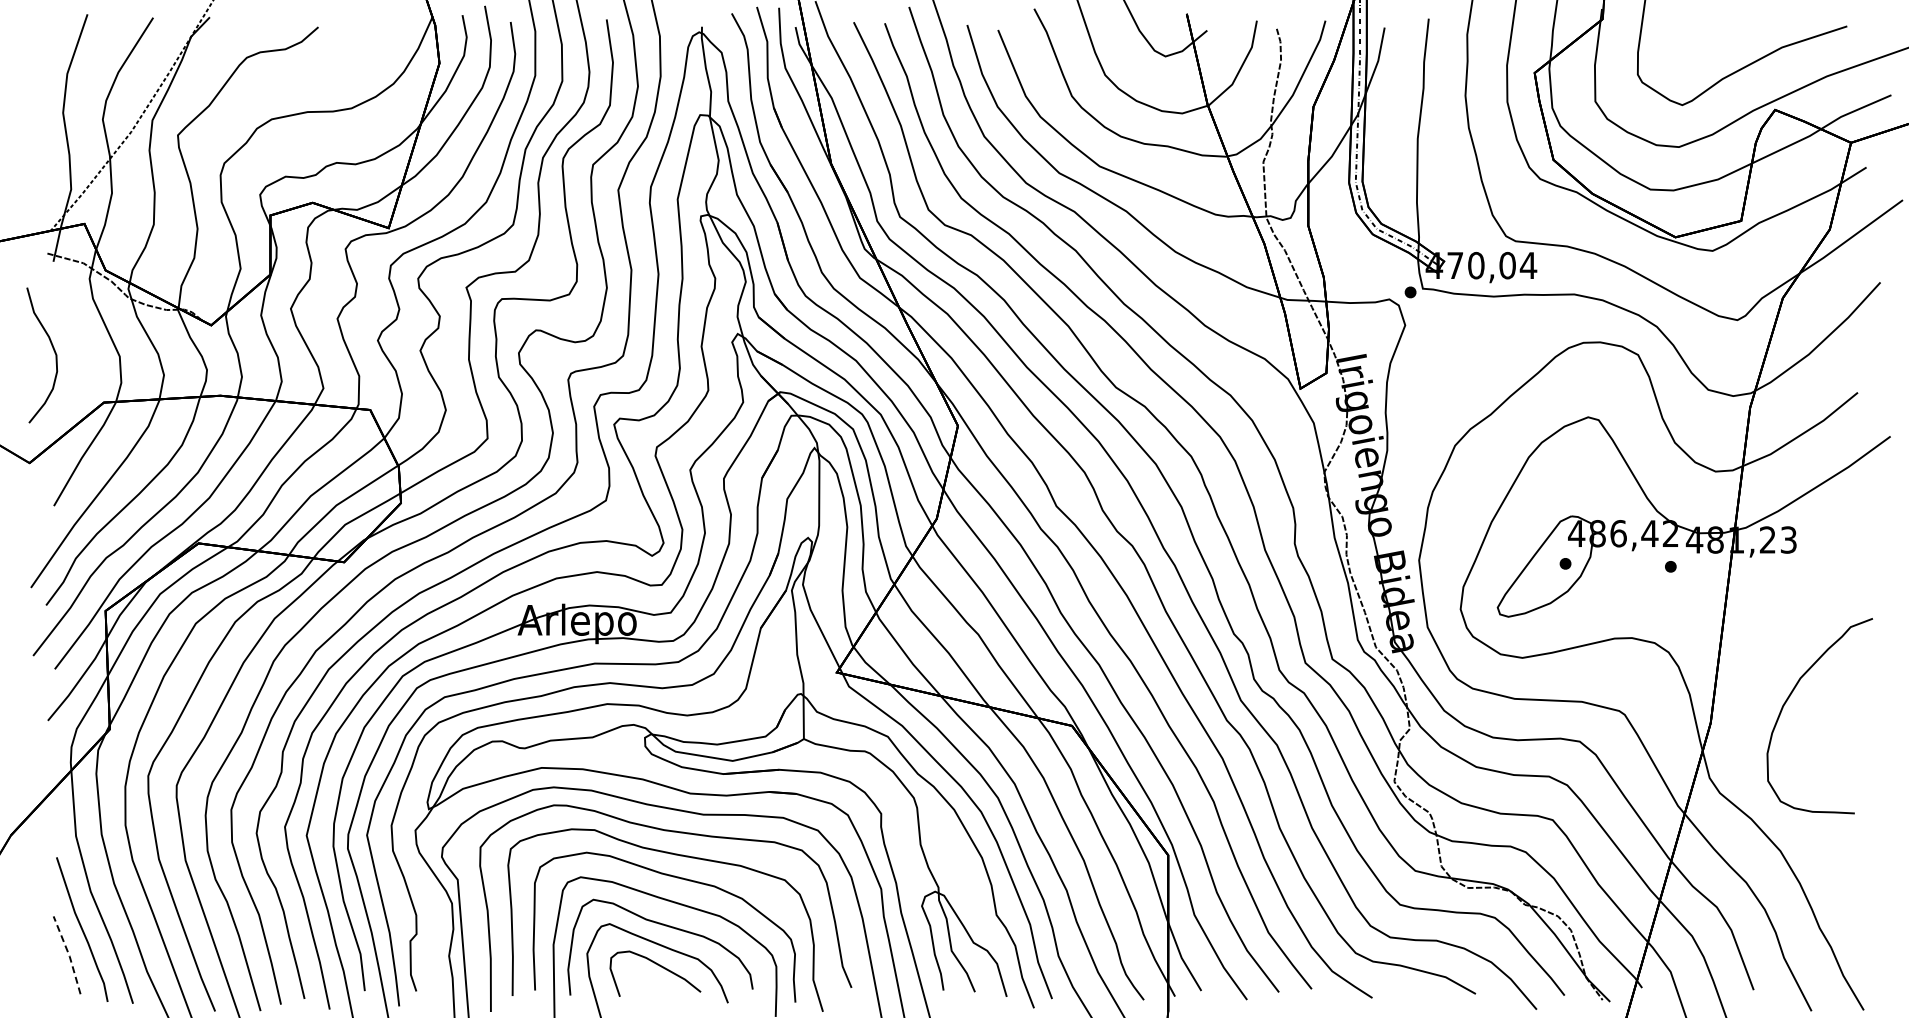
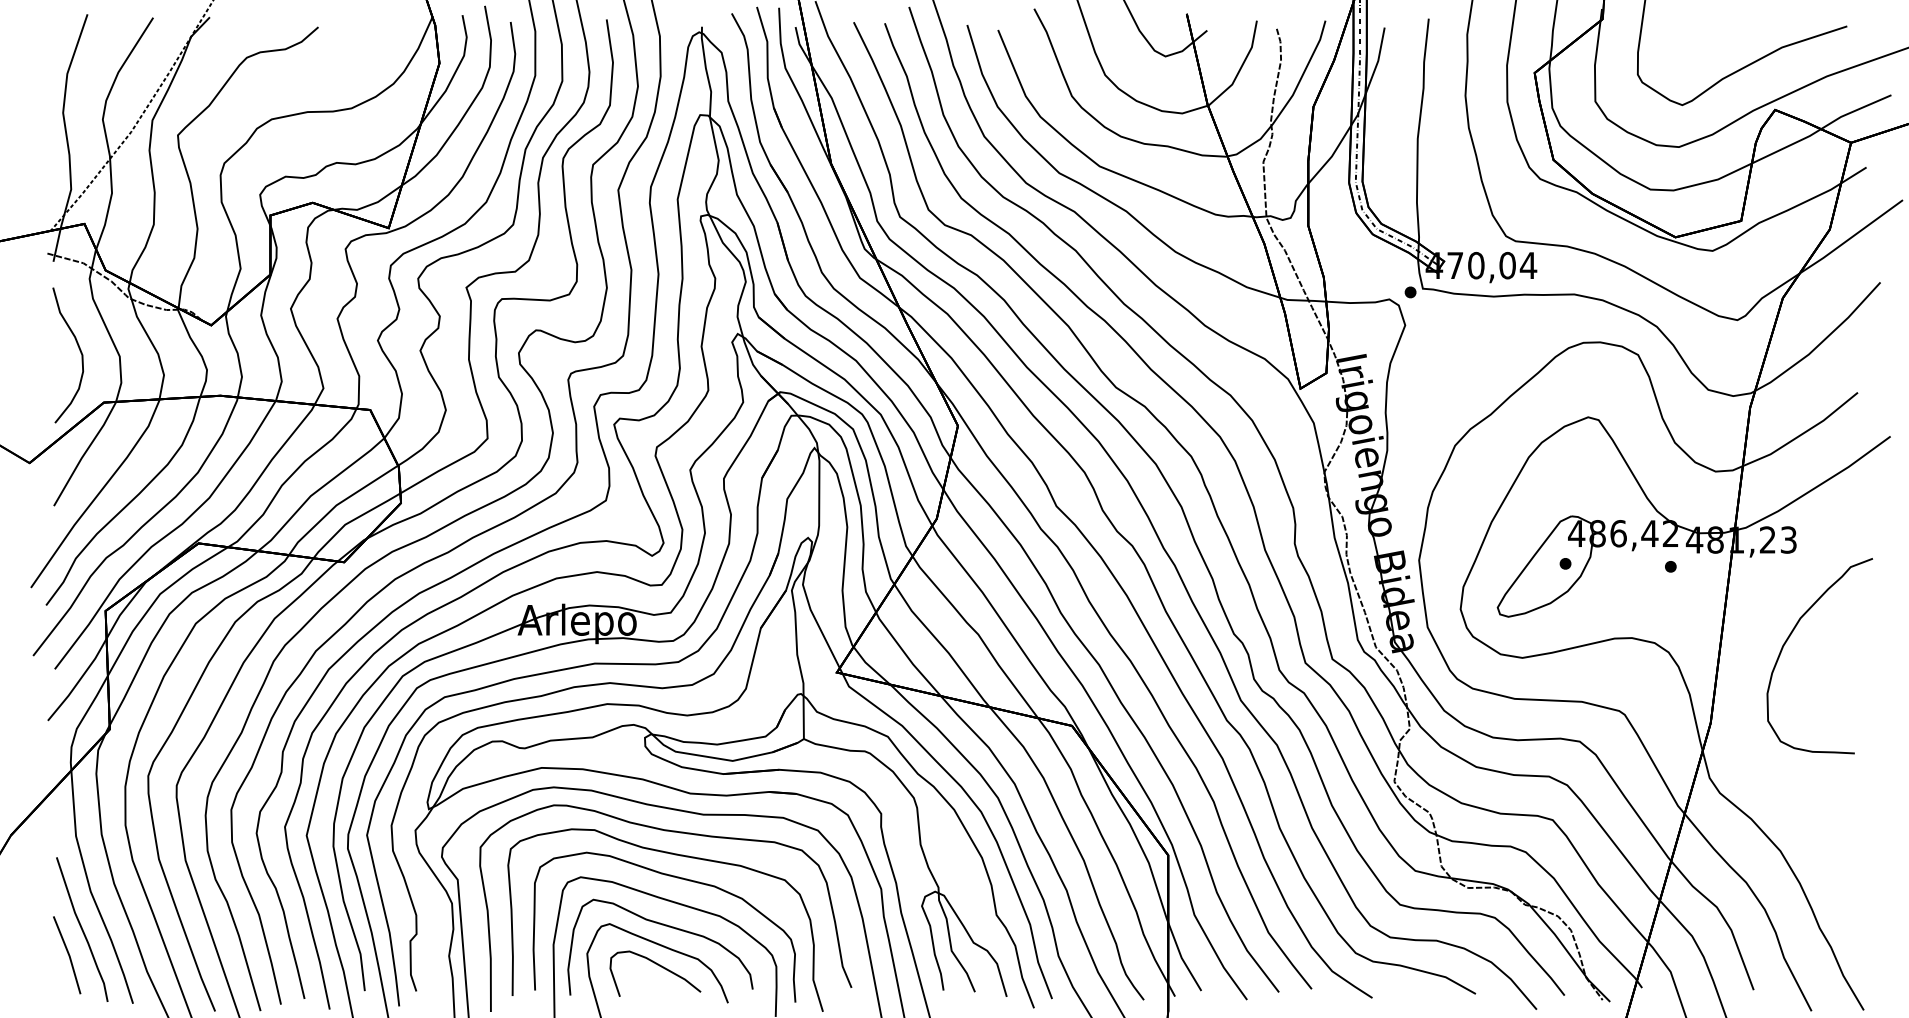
curve at (53, 350) position: (53, 350) -> (79, 350)
curve at (1790, 696) position: (1790, 696) -> (1790, 636)
line at (68, 954): dashed -> solid
